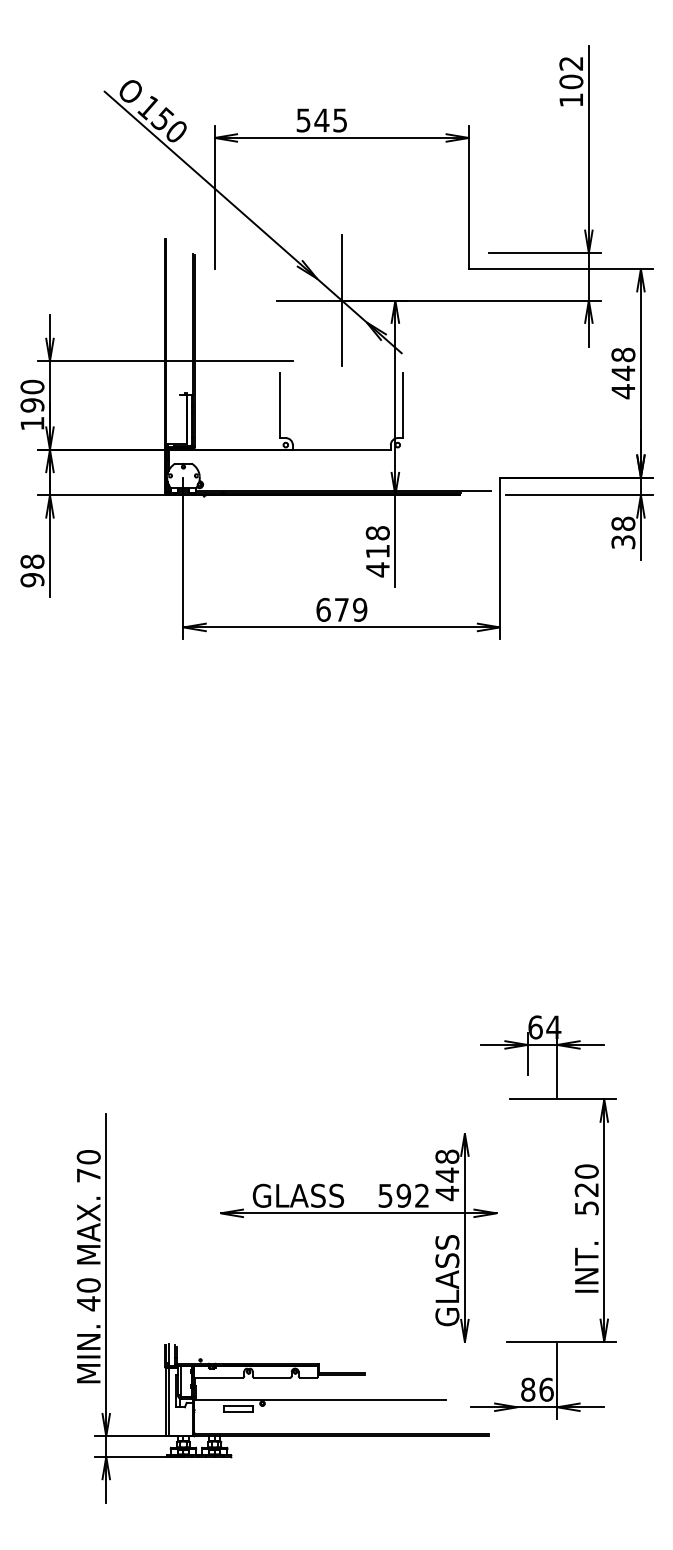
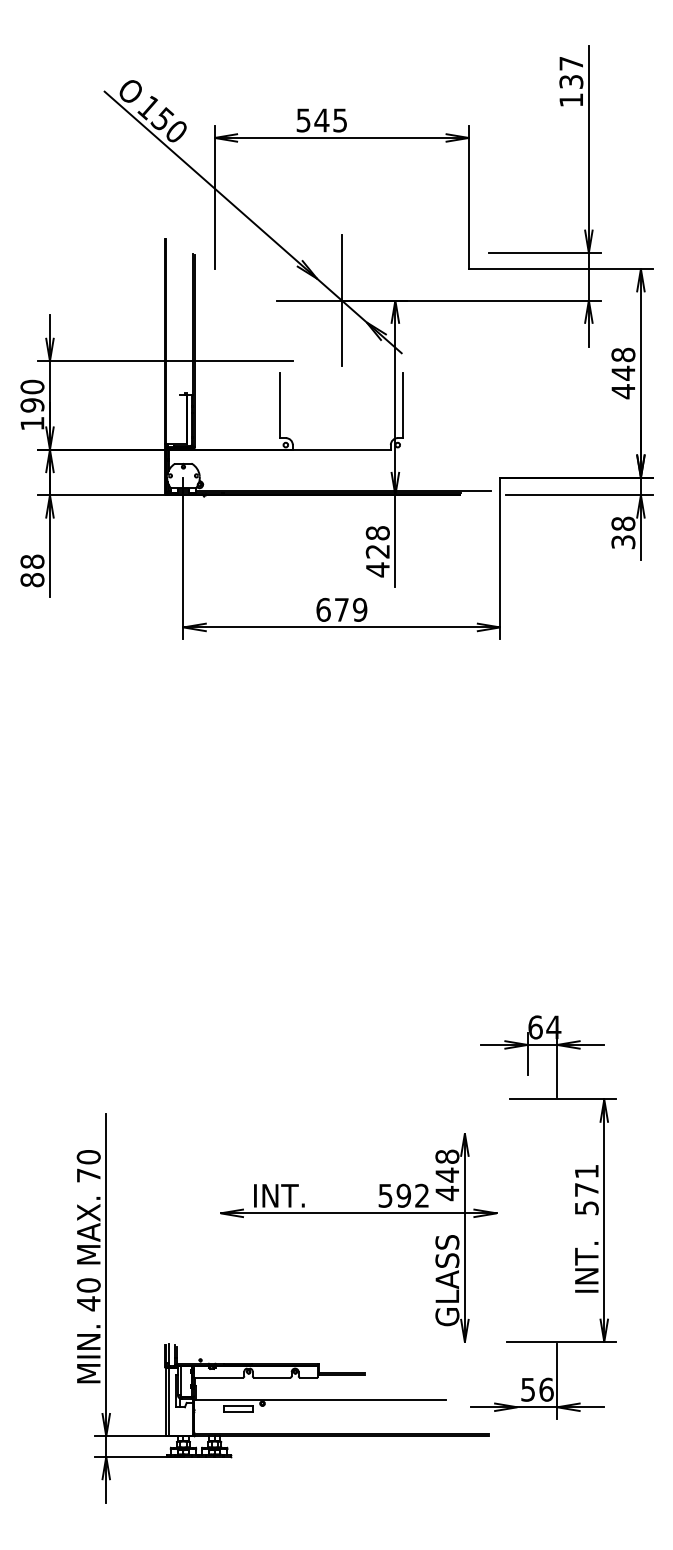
text at (571, 73): 102 -> 137
text at (377, 551): 418 -> 428
text at (32, 580): 98 -> 88
text at (586, 1180): 520 -> 571
text at (298, 1195): GLASS -> INT.
text at (528, 1389): 86 -> 56
